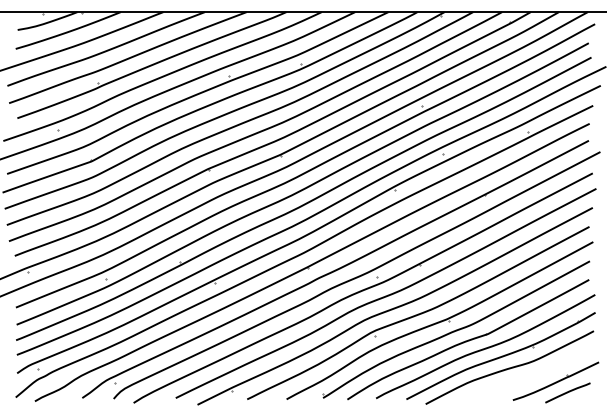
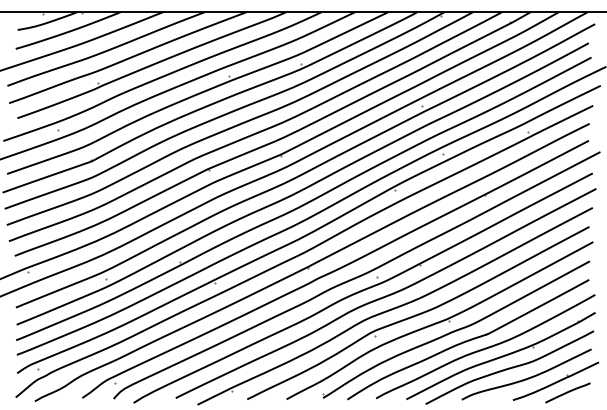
curve at (527, 377): none -> present
